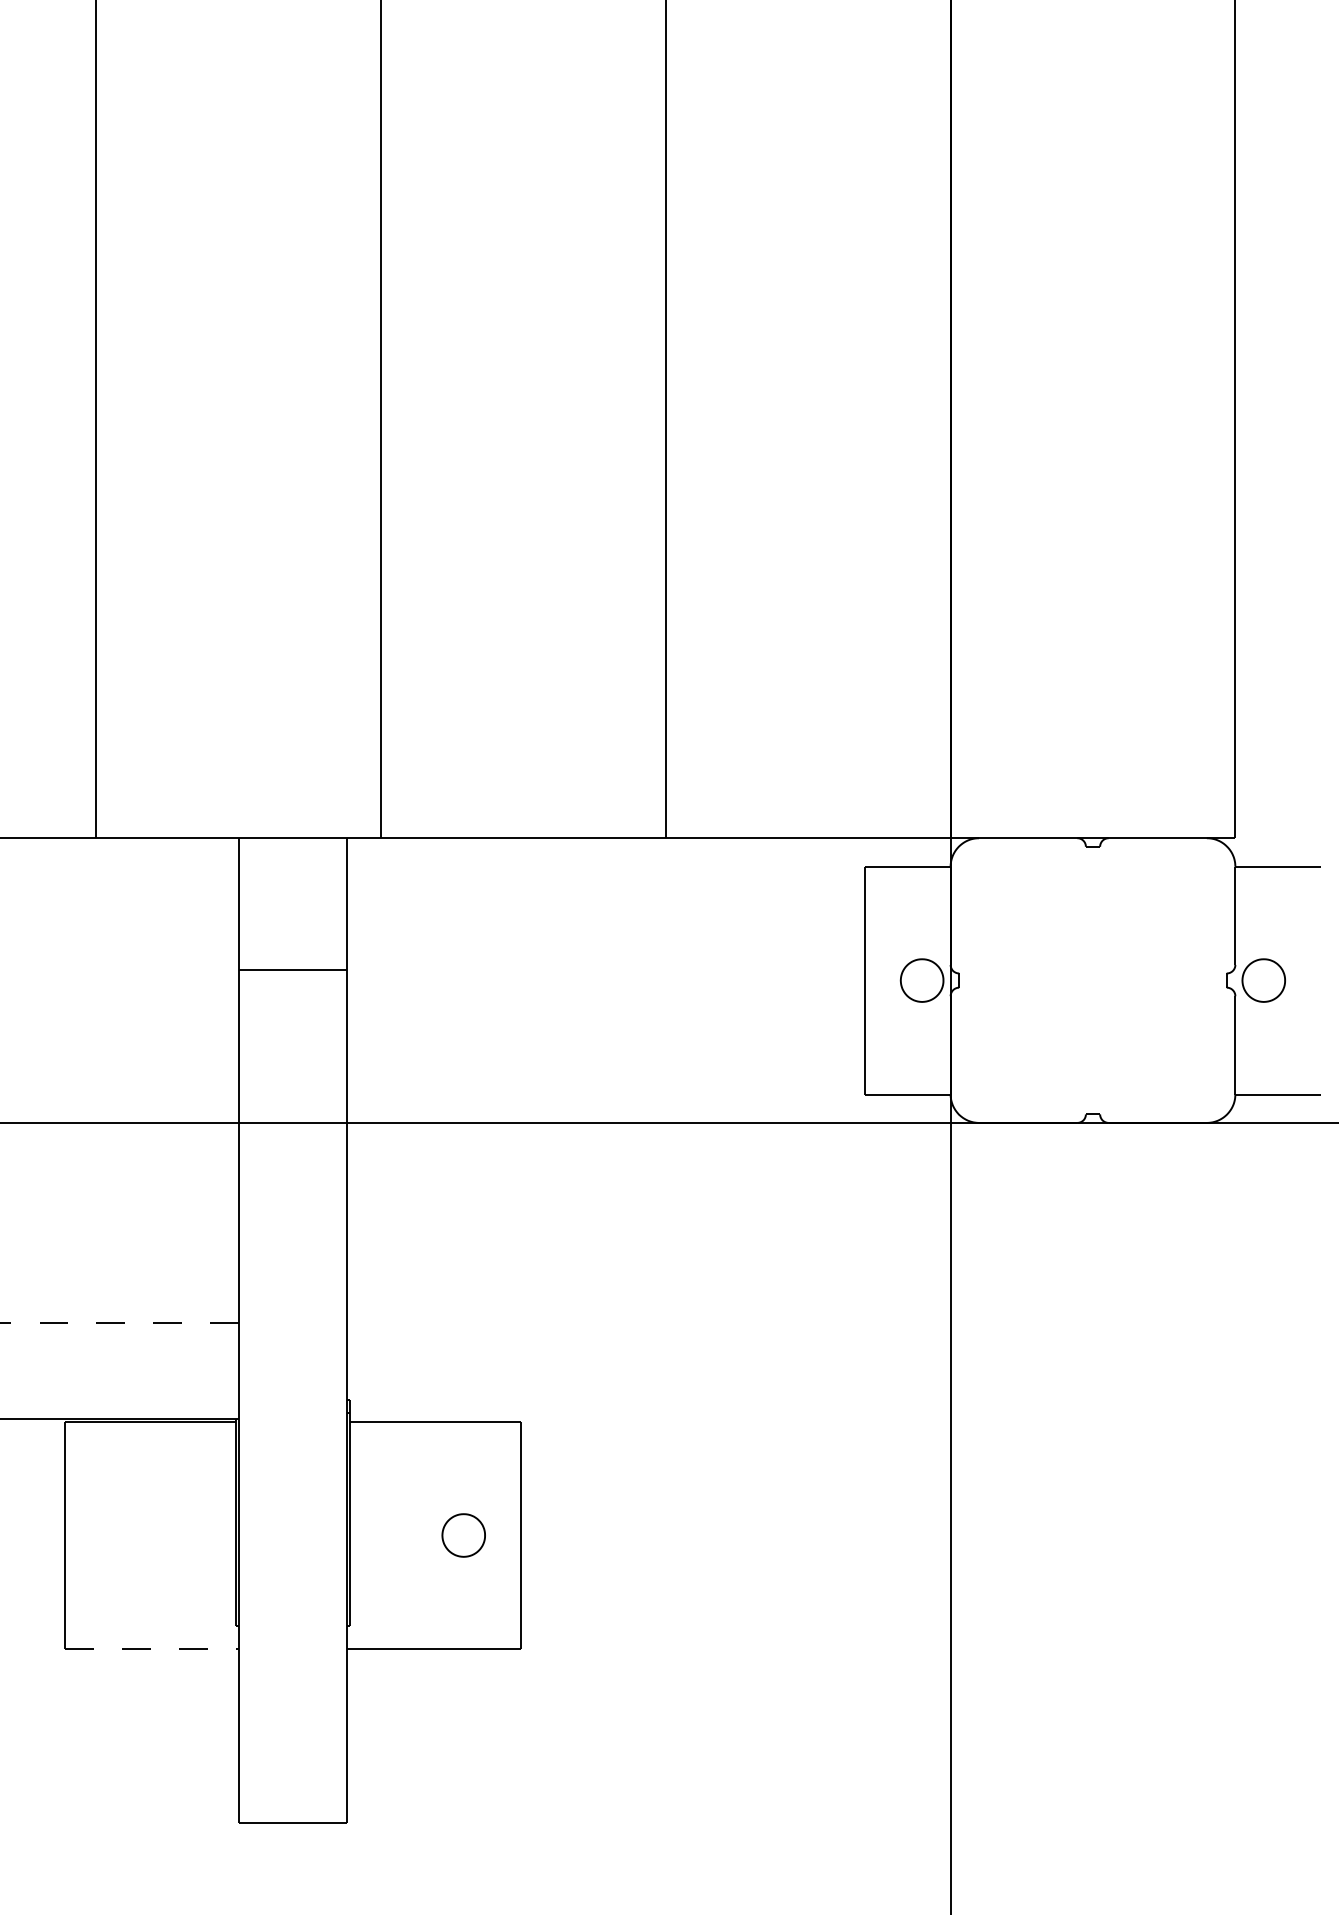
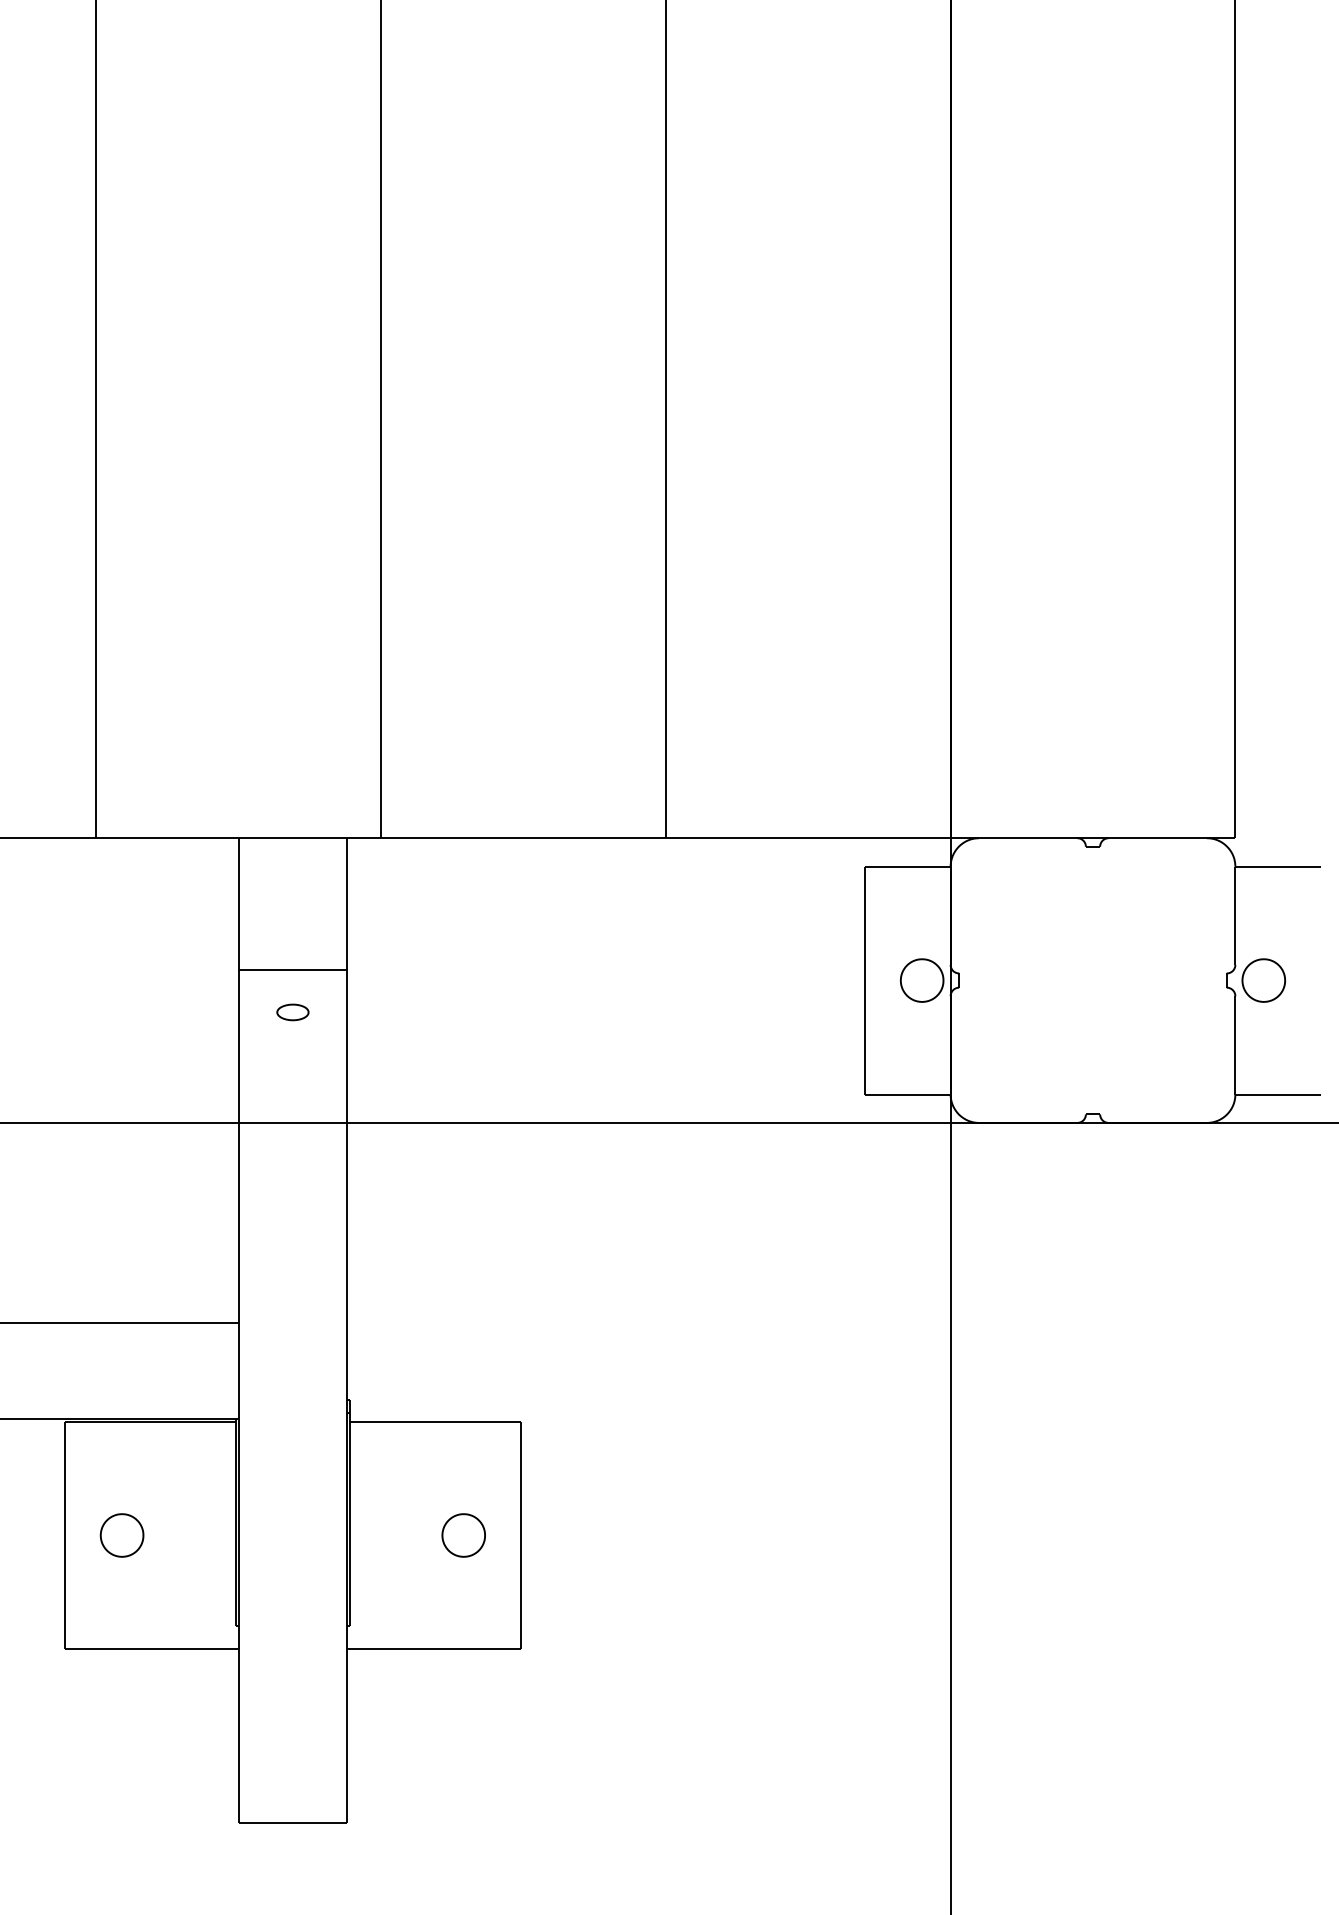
part at (292, 1012): none -> present
line at (119, 1322): dashed -> solid
part at (121, 1535): none -> present
line at (152, 1649): dashed -> solid
